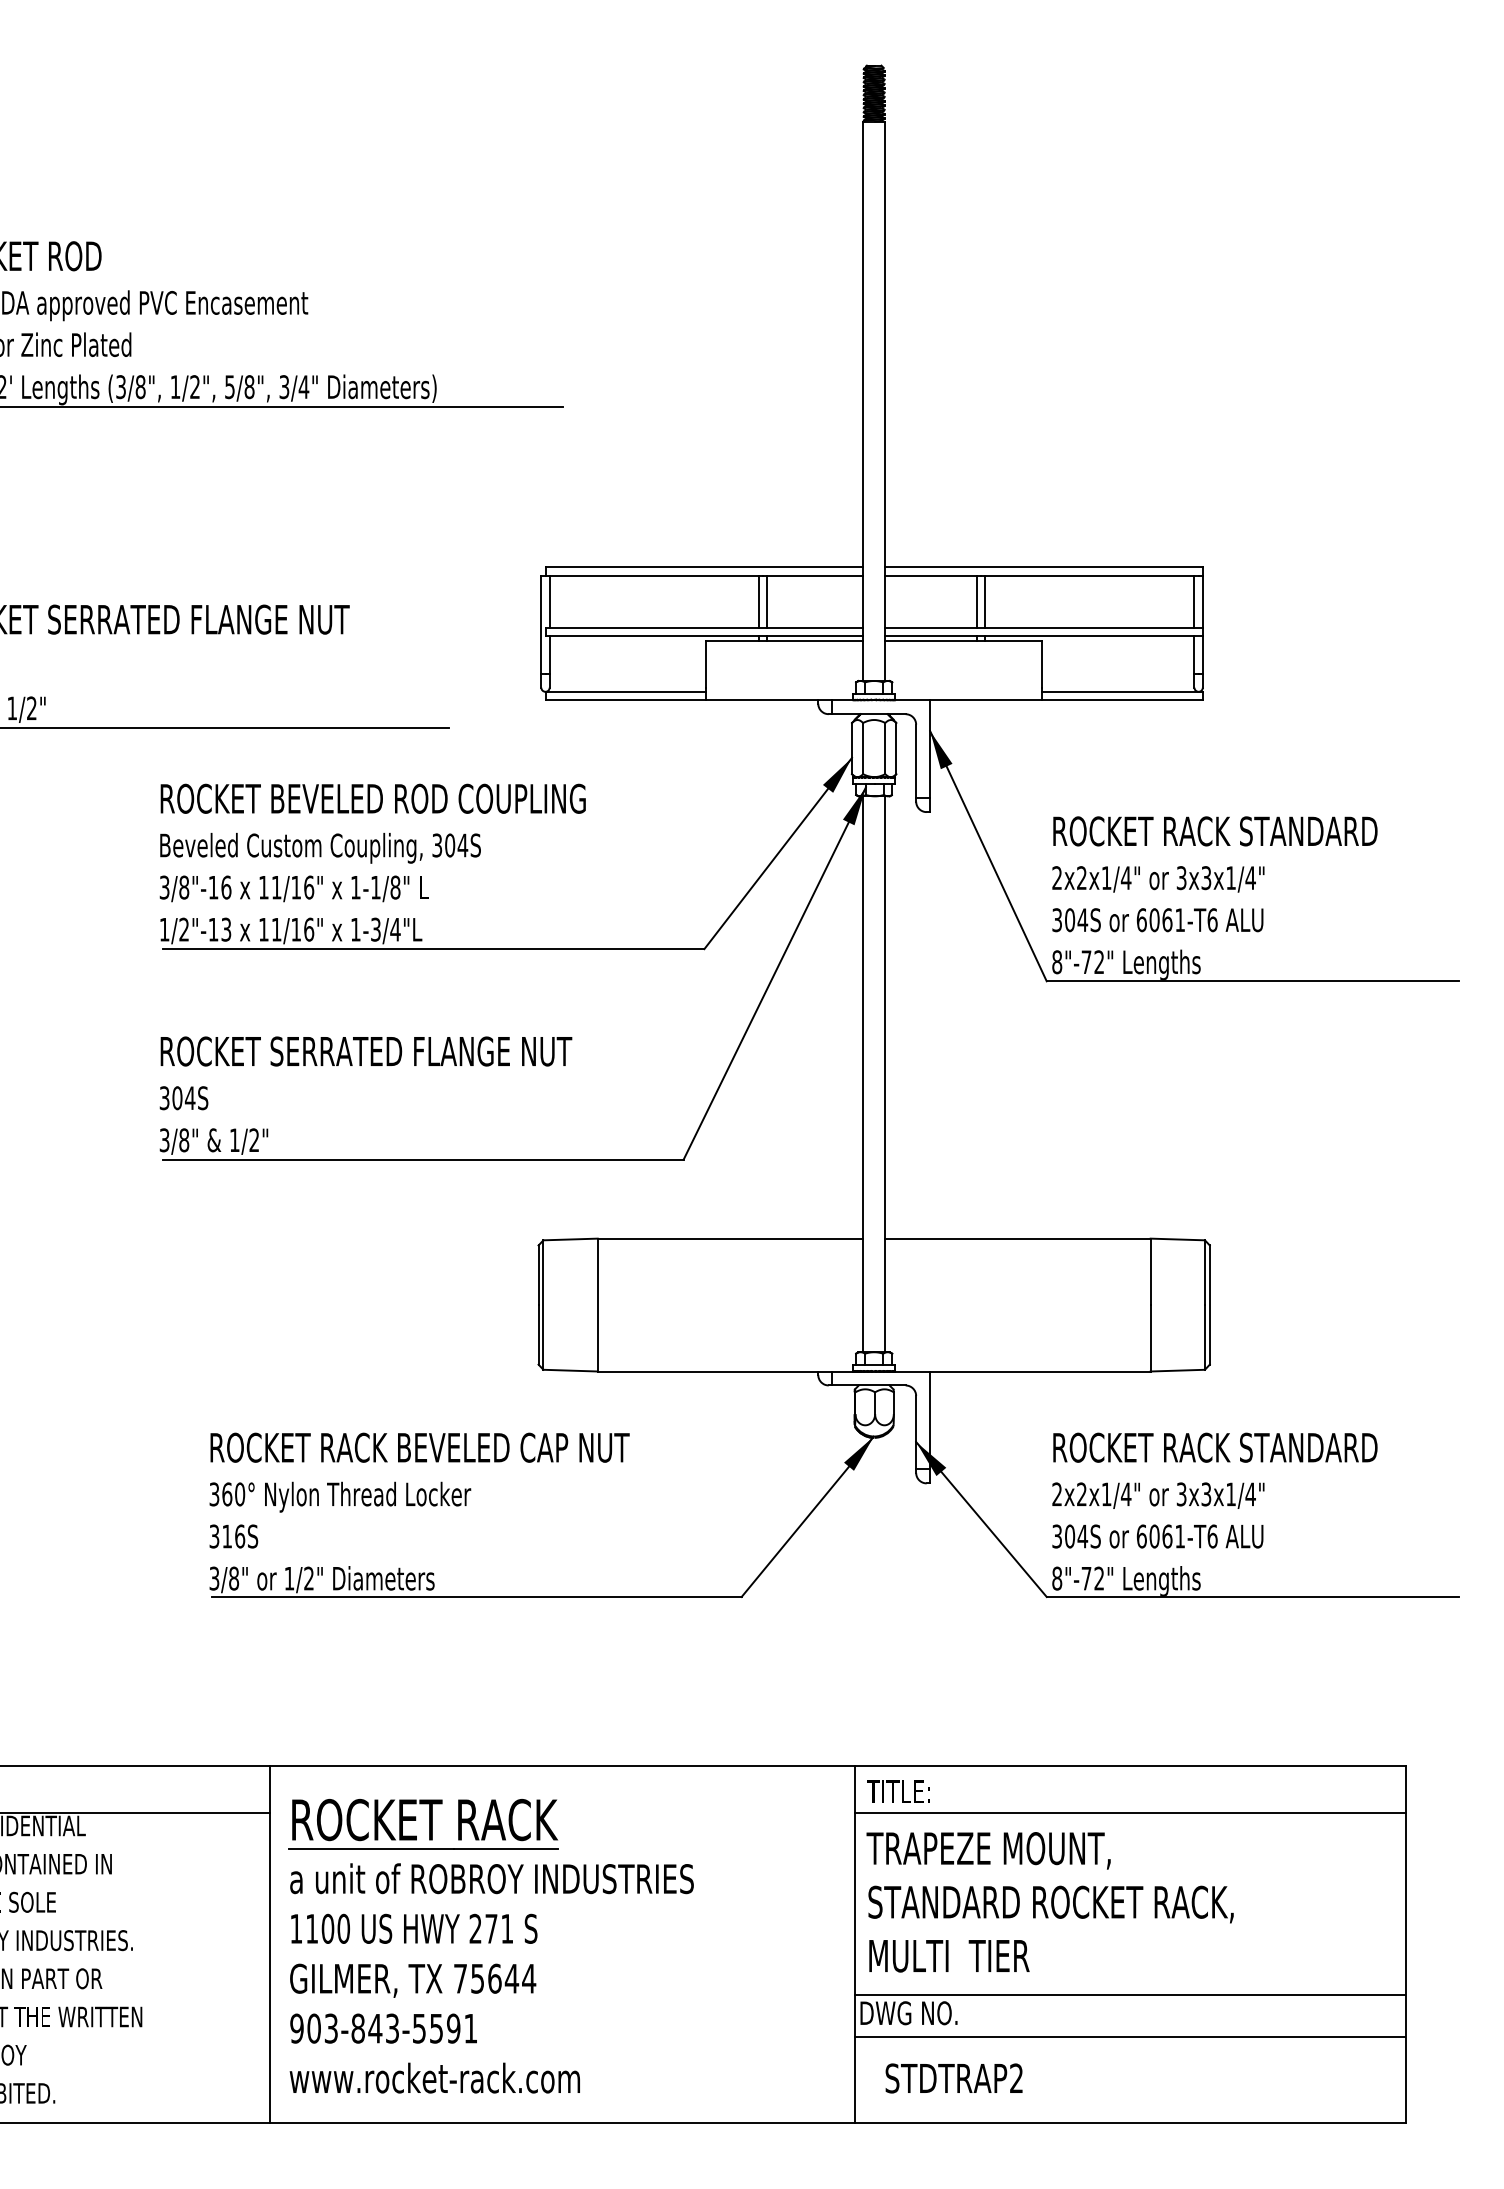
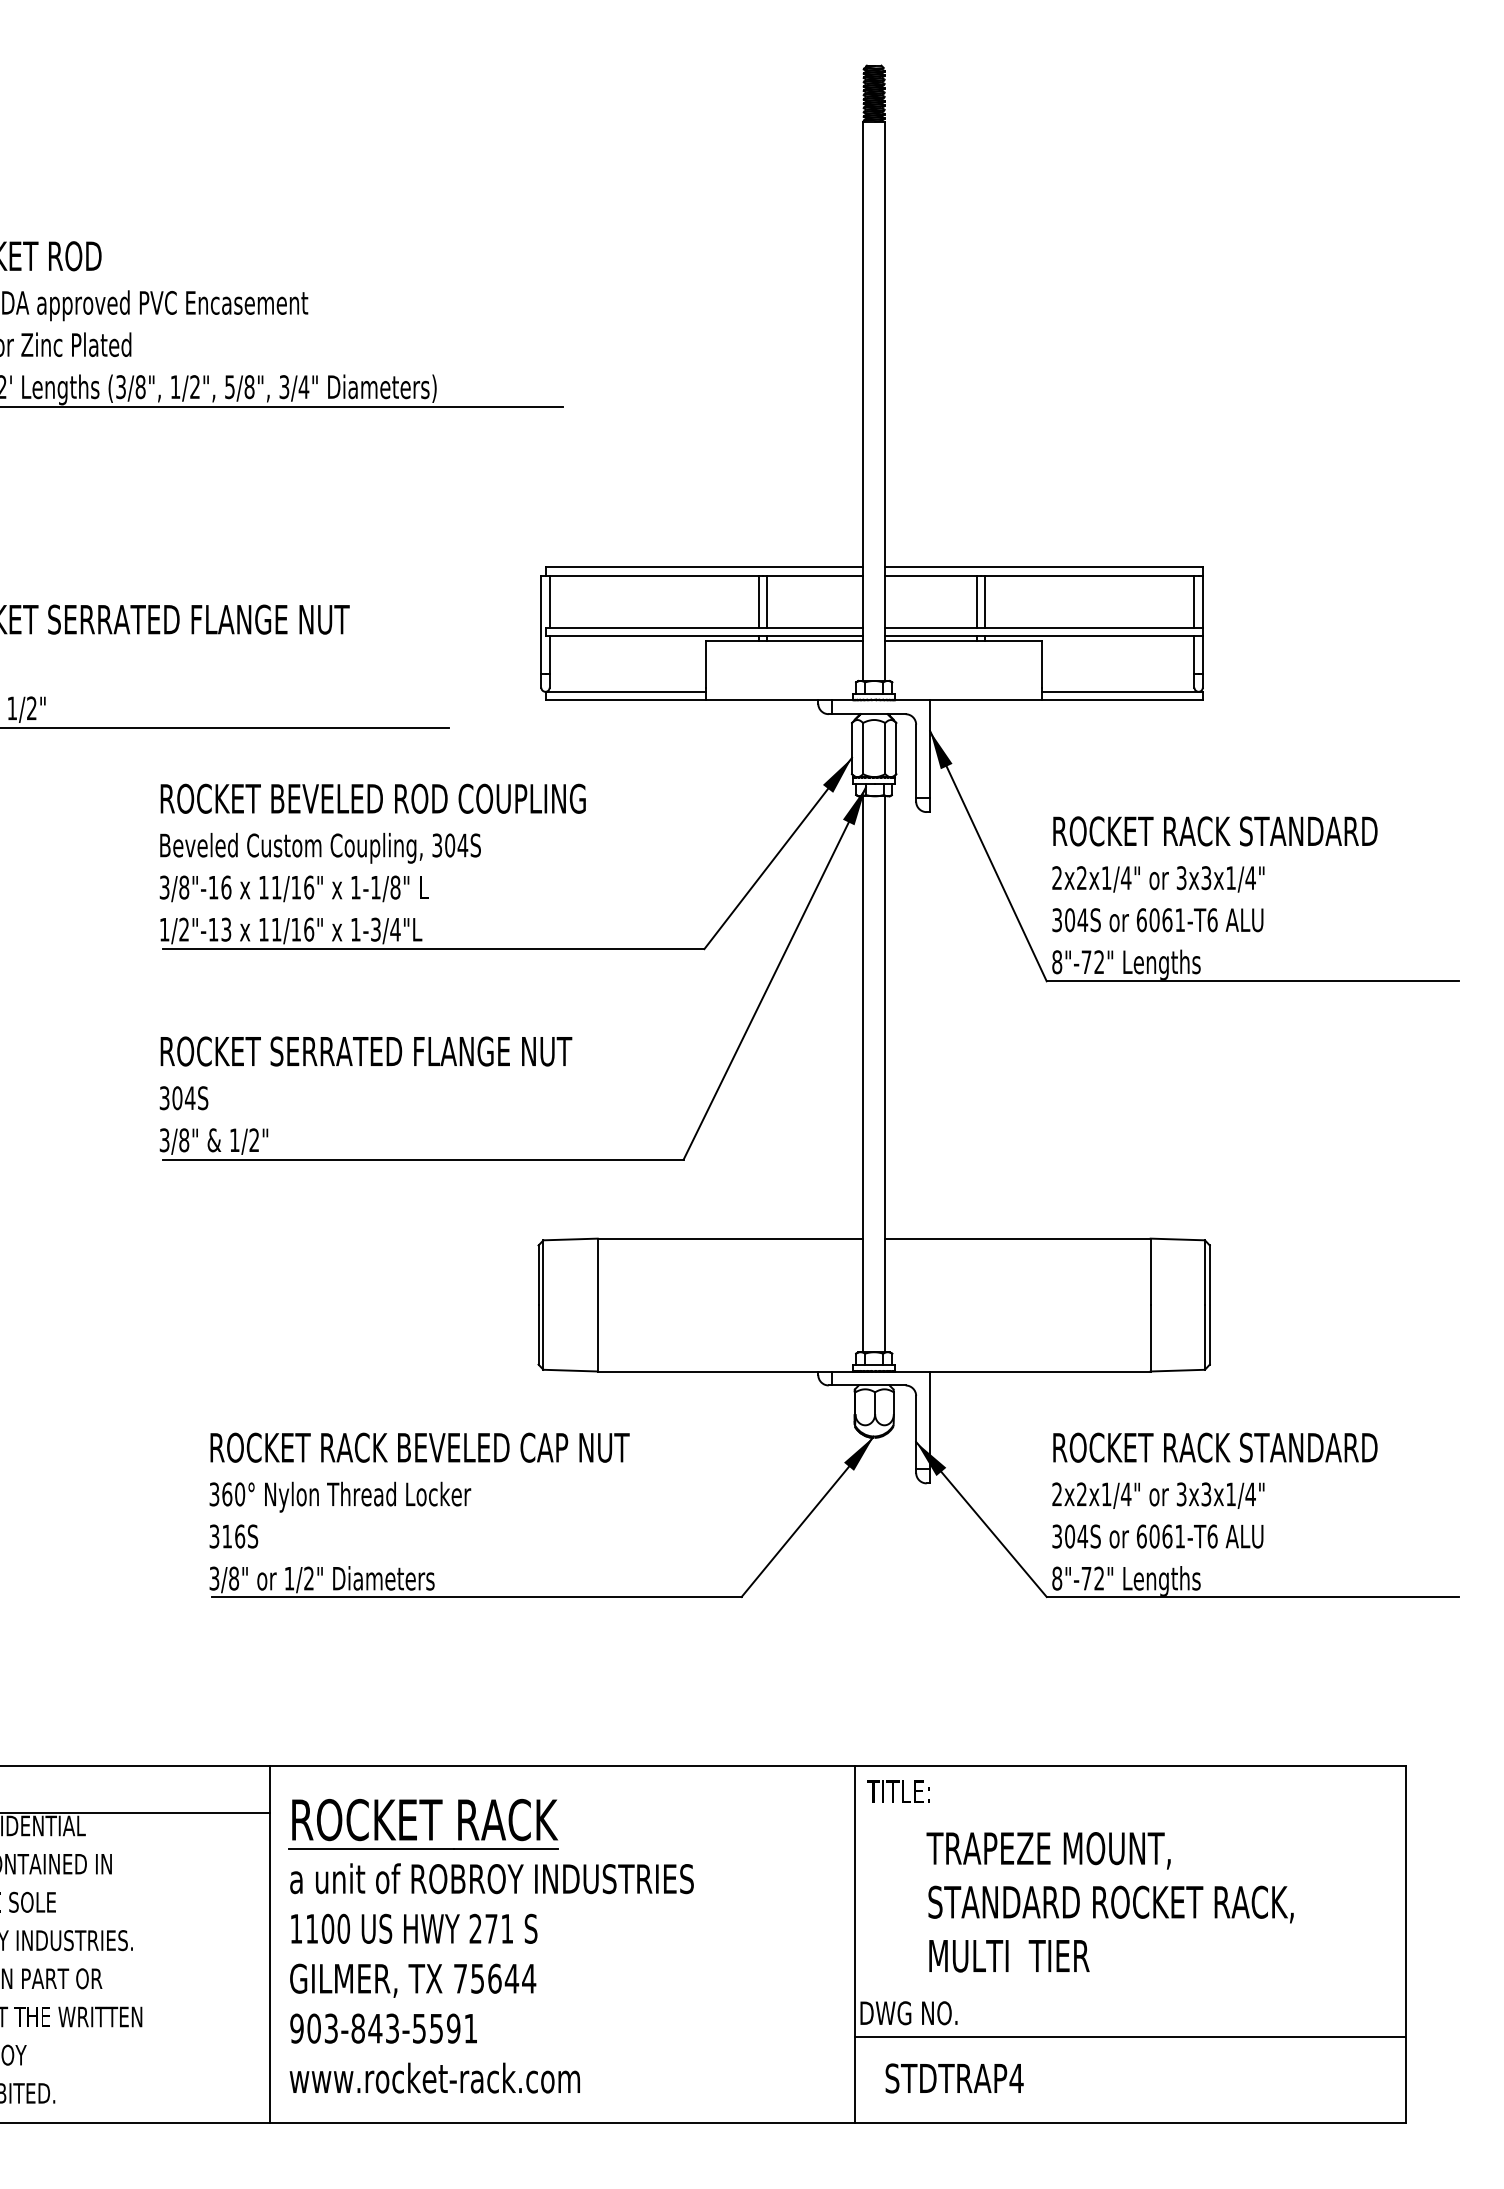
line at (1130, 1813): present -> none
text at (1049, 1902) position: (1049, 1902) -> (1109, 1902)
line at (1130, 1994): present -> none
text at (1016, 2077): STDTRAP2 -> STDTRAP4
